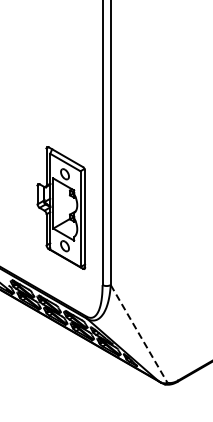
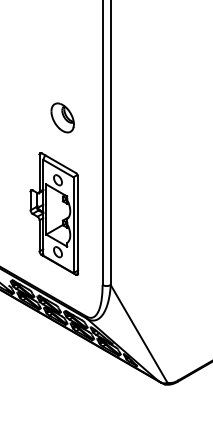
part at (62, 117): none -> present
part at (61, 207) position: (61, 207) -> (54, 213)
line at (139, 334): dashed -> solid
